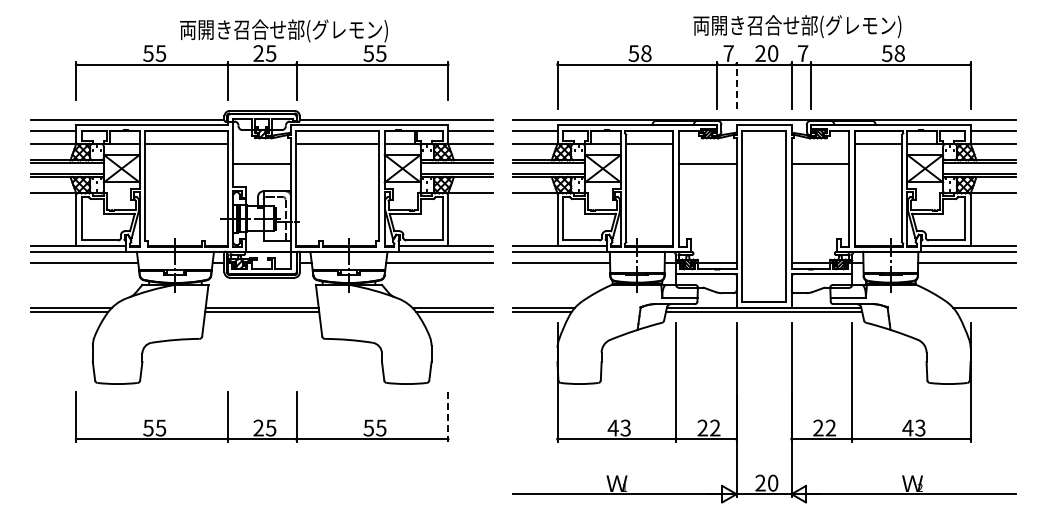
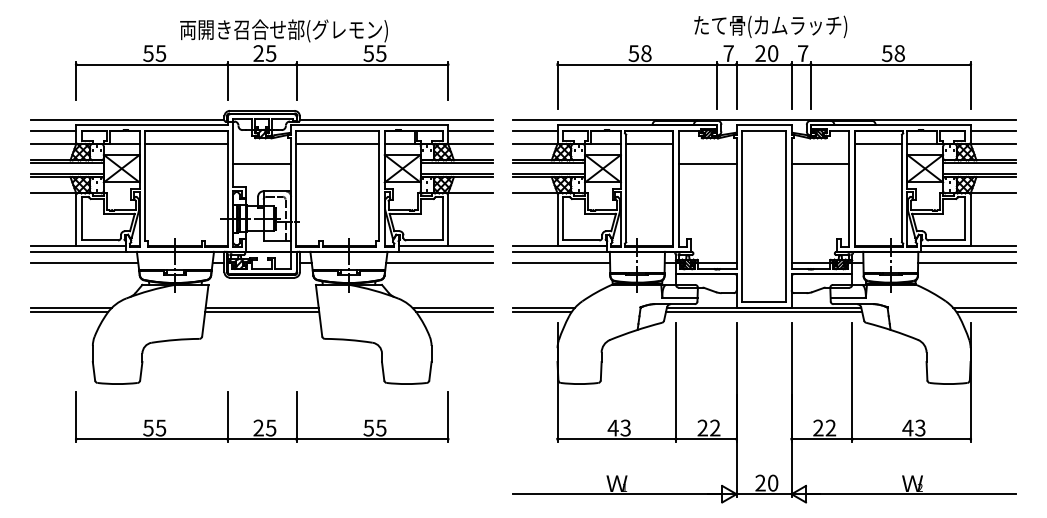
text at (797, 26): 両開き召合せ部(グレモン) -> たて骨(カムラッチ)
line at (736, 84): dashed -> solid
line at (985, 312): none -> present
line at (448, 417): dashed -> solid
